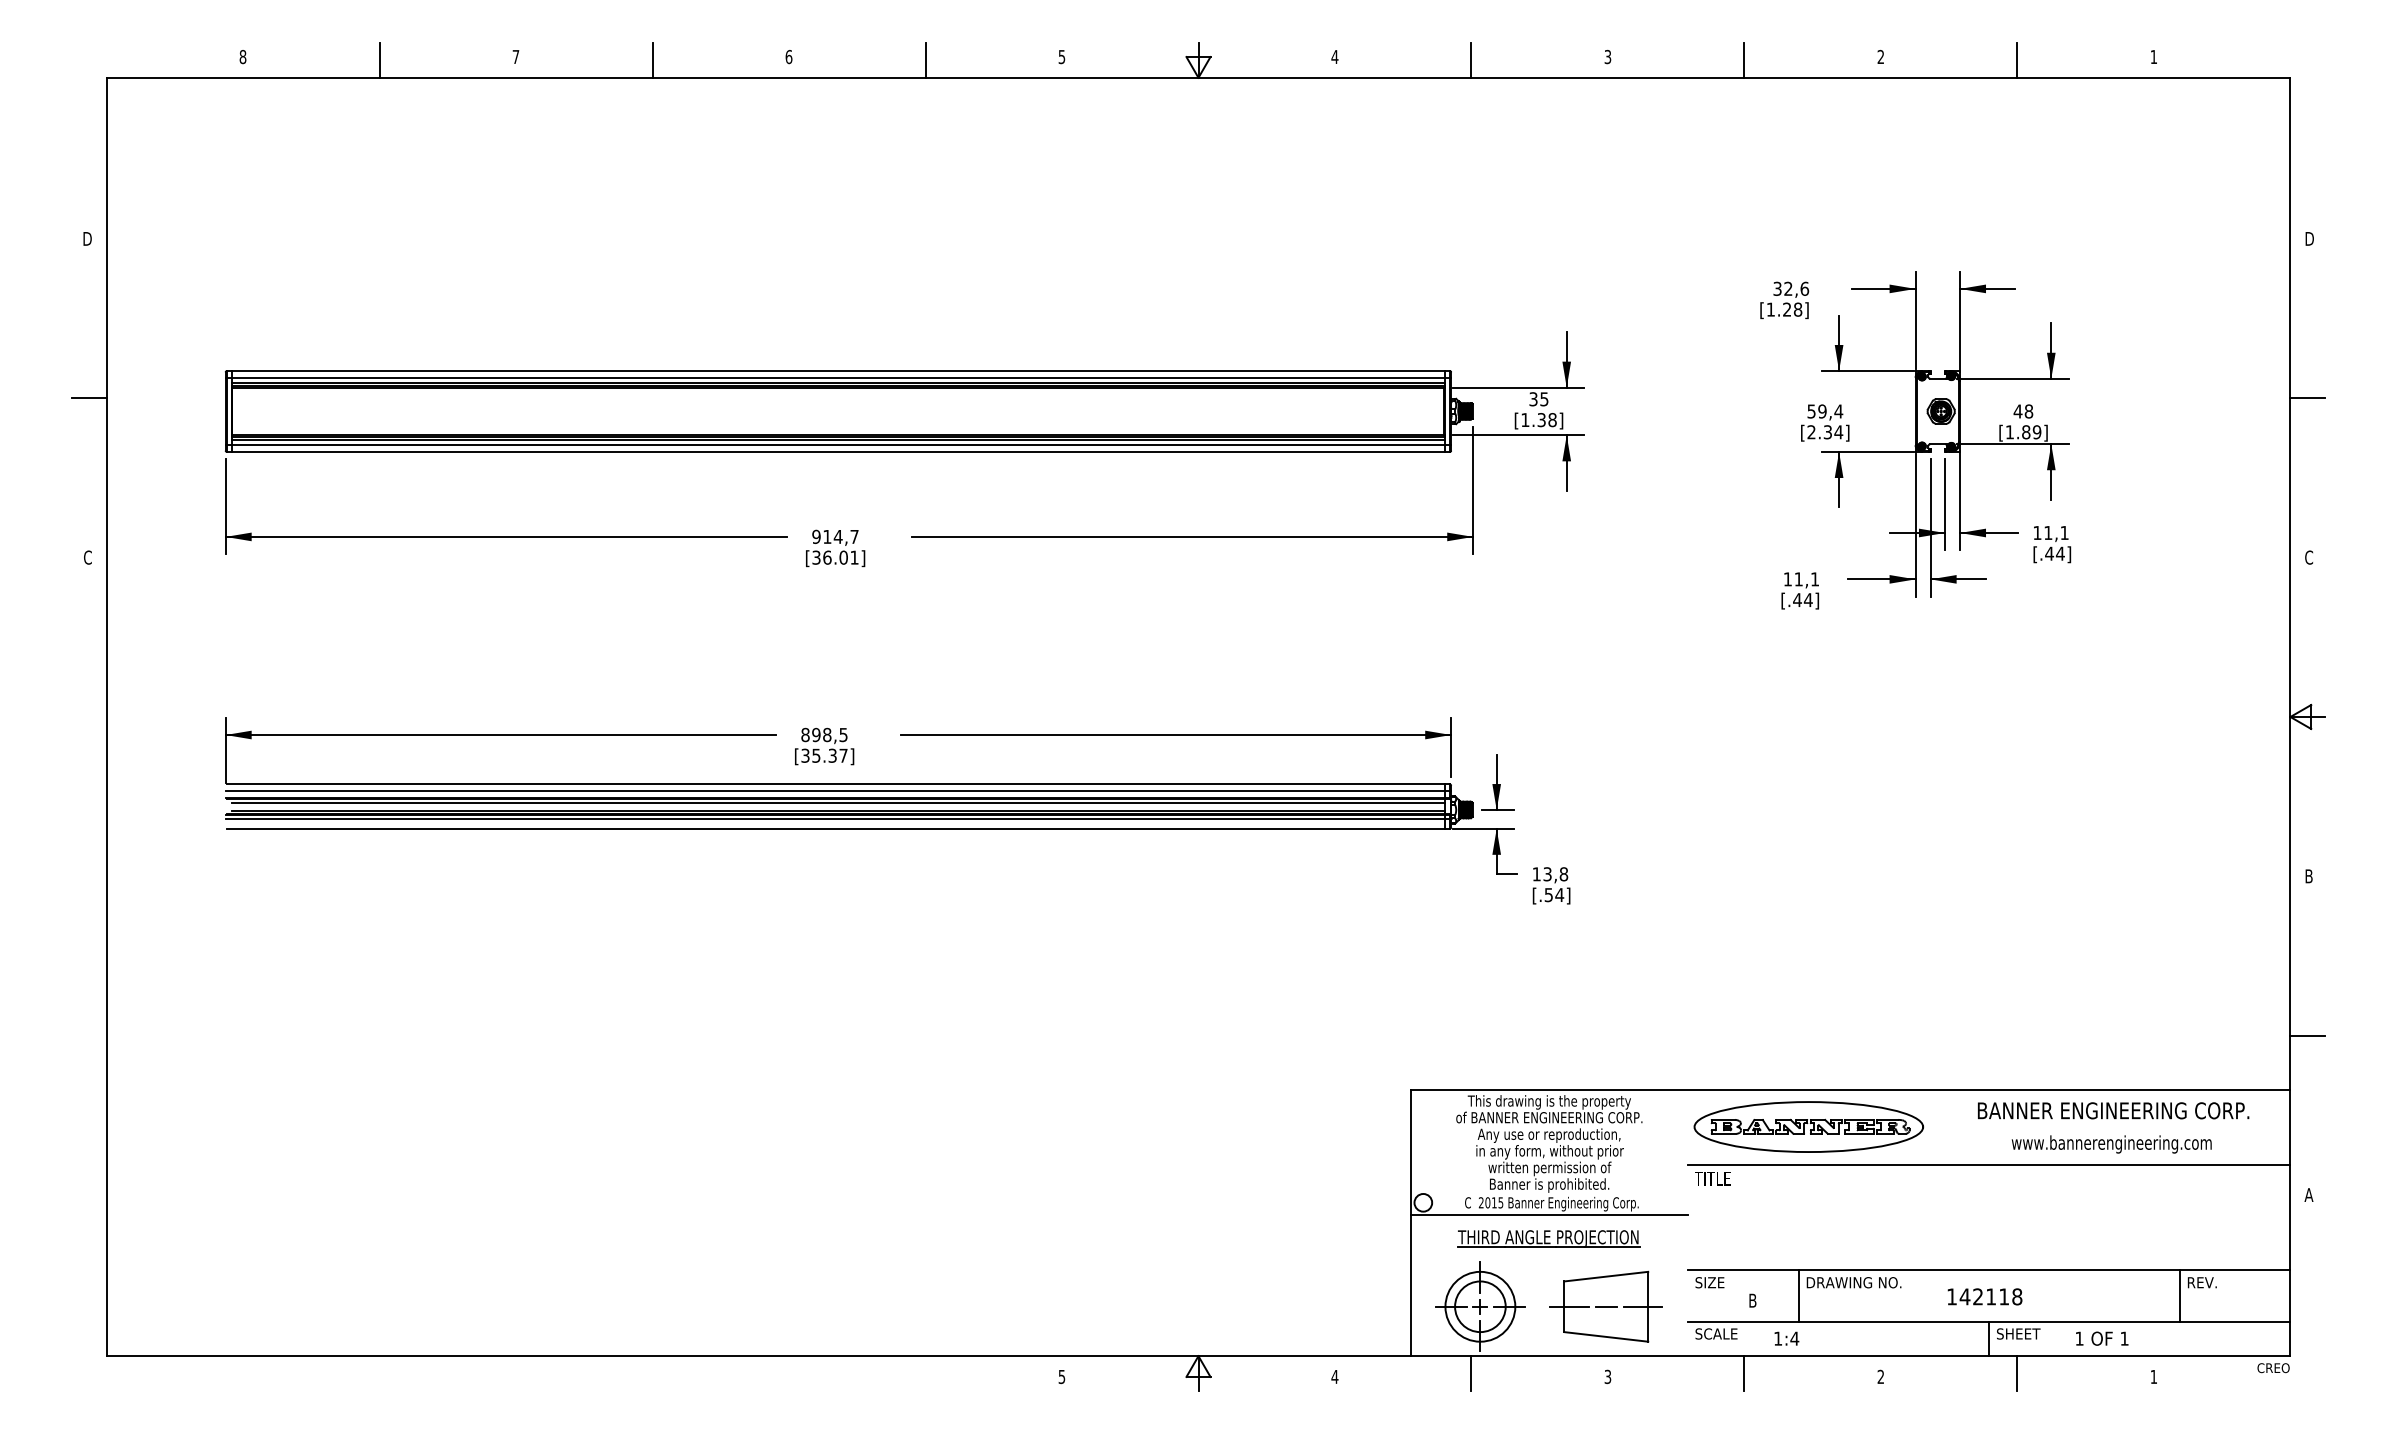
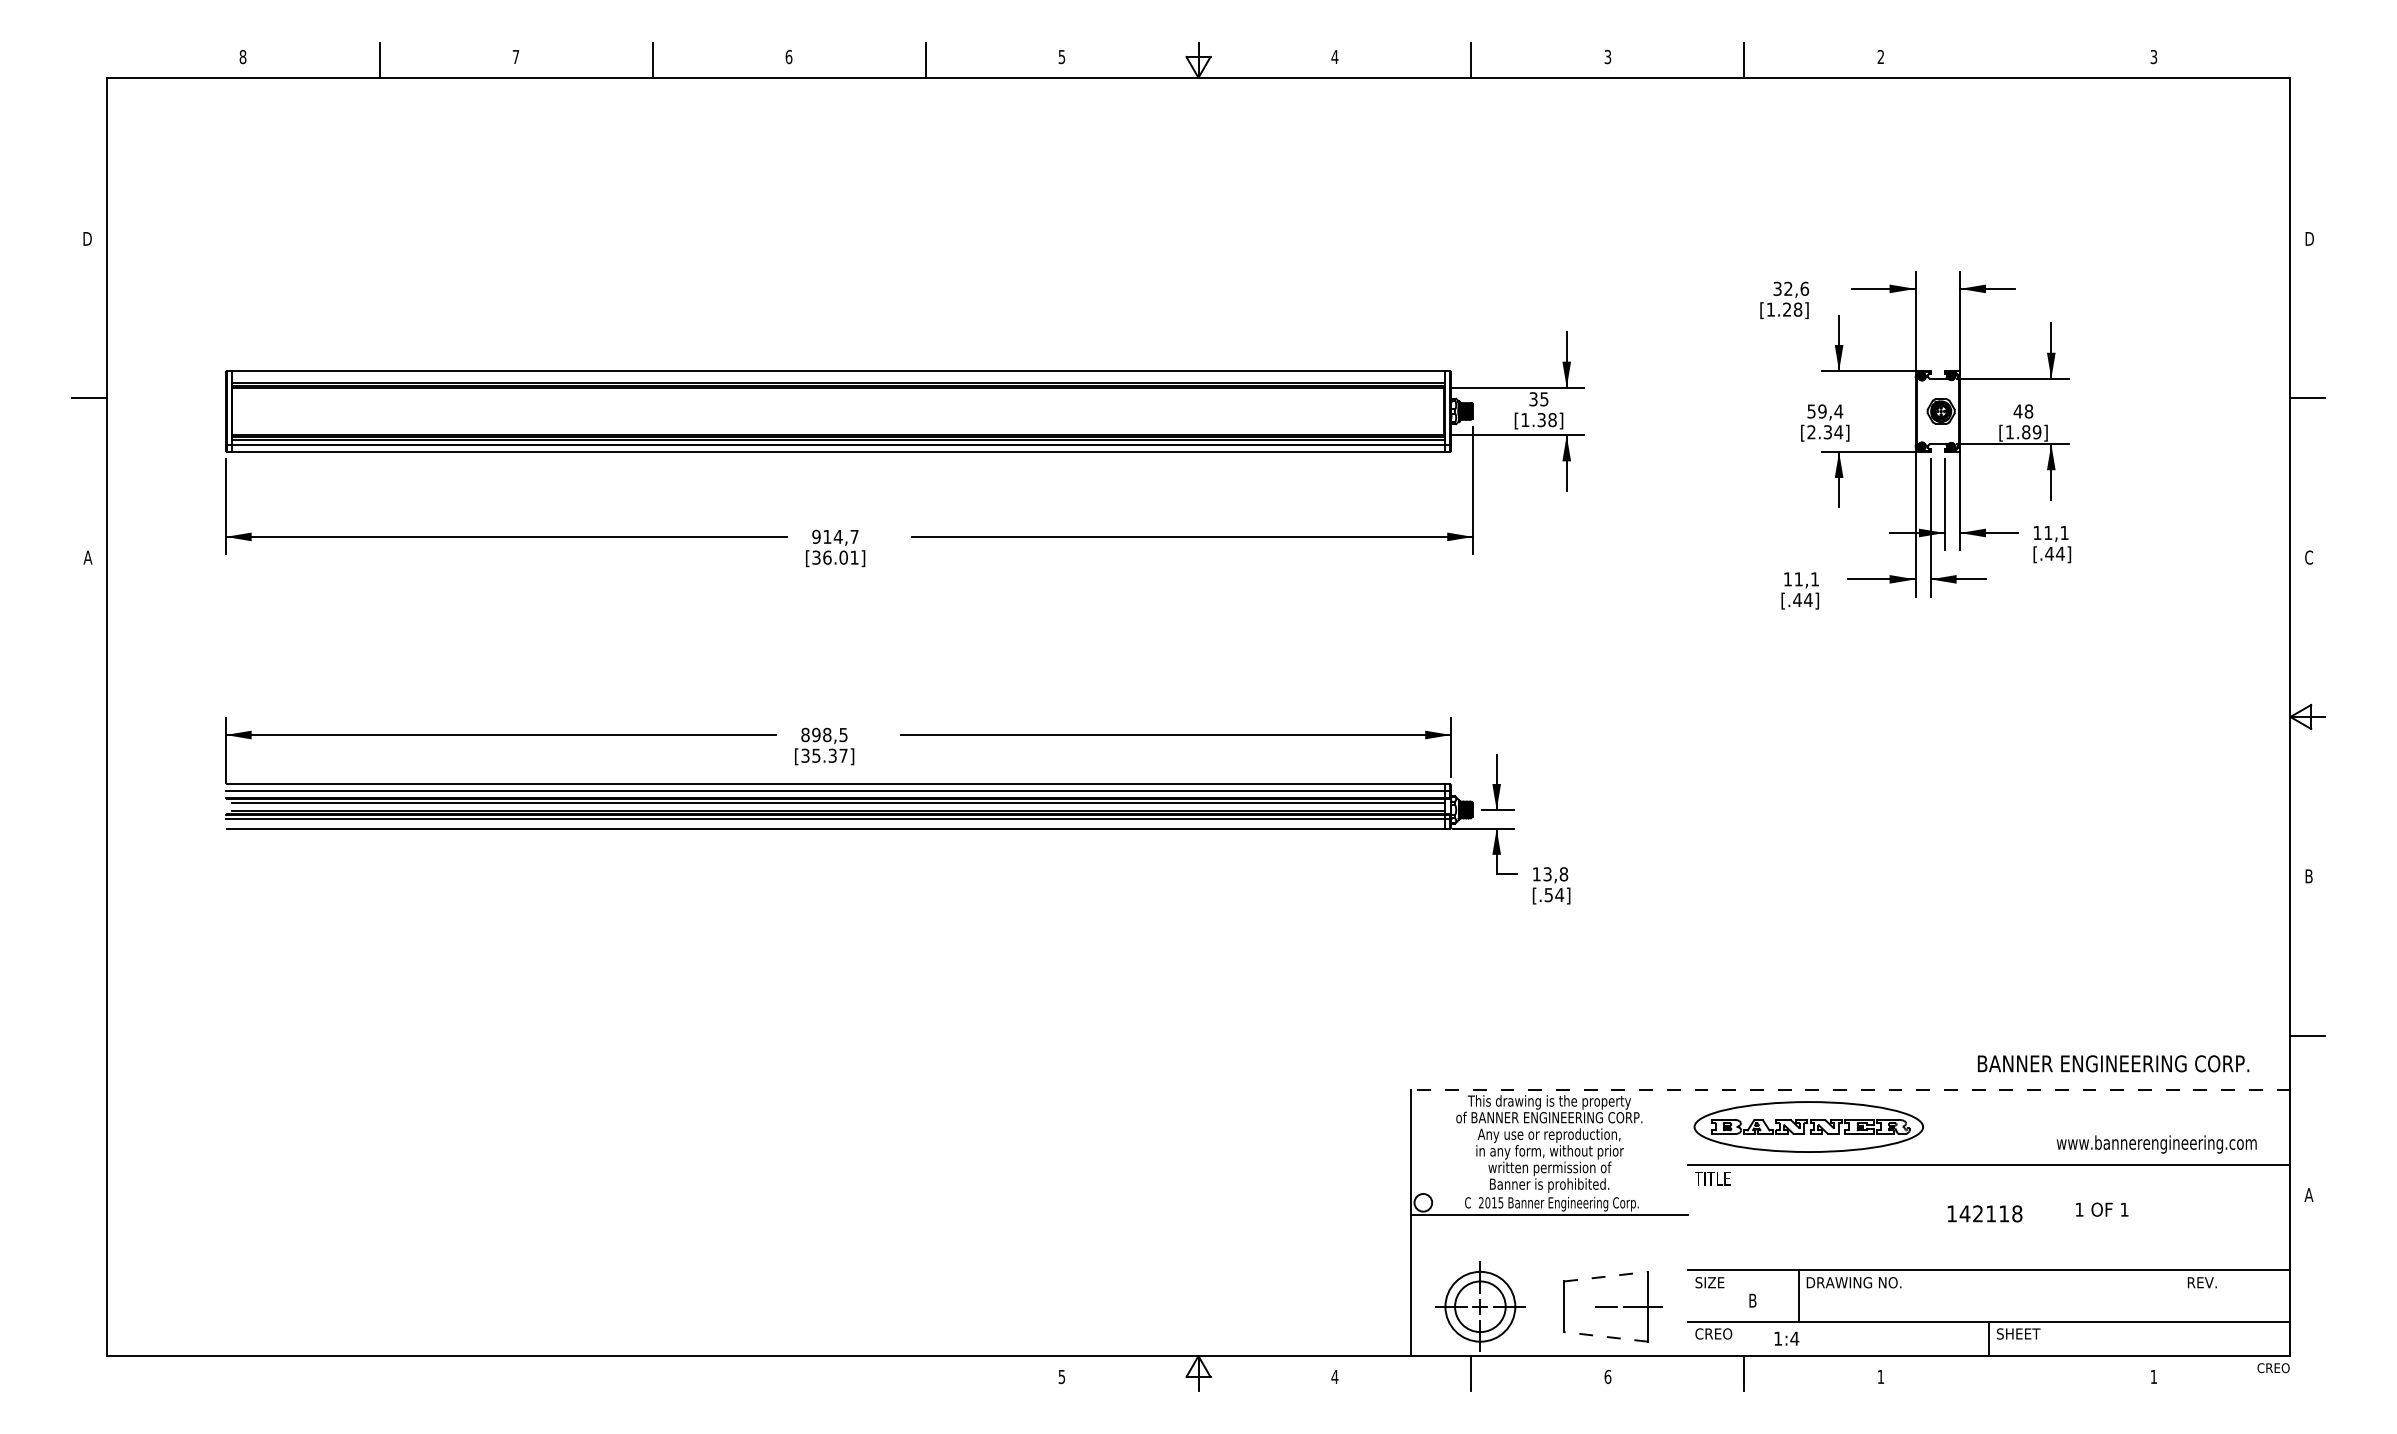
text at (2153, 56): 1 -> 3
line at (2017, 60): present -> none
line at (838, 377): present -> none
text at (87, 557): C -> A
line at (1850, 1090): solid -> dashed
text at (2113, 1110) position: (2113, 1110) -> (2113, 1063)
text at (2111, 1144) position: (2111, 1144) -> (2156, 1144)
part at (1548, 1238): present -> none
line at (1606, 1276): solid -> dashed
line at (2179, 1295): present -> none
text at (1984, 1296) position: (1984, 1296) -> (1984, 1213)
line at (1569, 1306): present -> none
text at (1716, 1333): SCALE -> CREO
line at (1605, 1336): solid -> dashed
text at (2102, 1338) position: (2102, 1338) -> (2102, 1209)
line at (2017, 1373): present -> none
text at (1607, 1376): 3 -> 6
text at (1880, 1376): 2 -> 1
